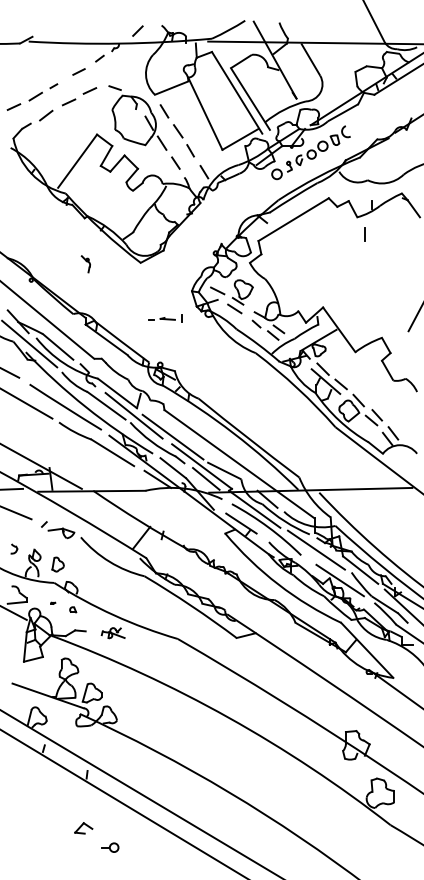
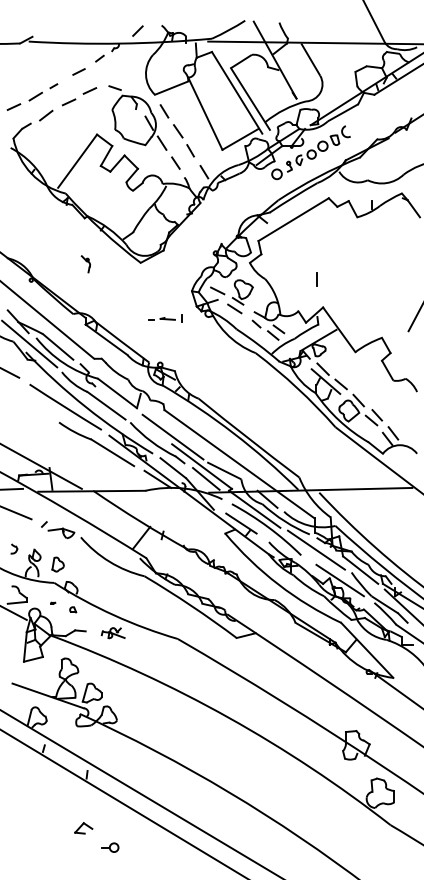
line at (364, 234) position: (364, 234) -> (316, 279)
line at (27, 403): present -> none
line at (133, 415): present -> none
